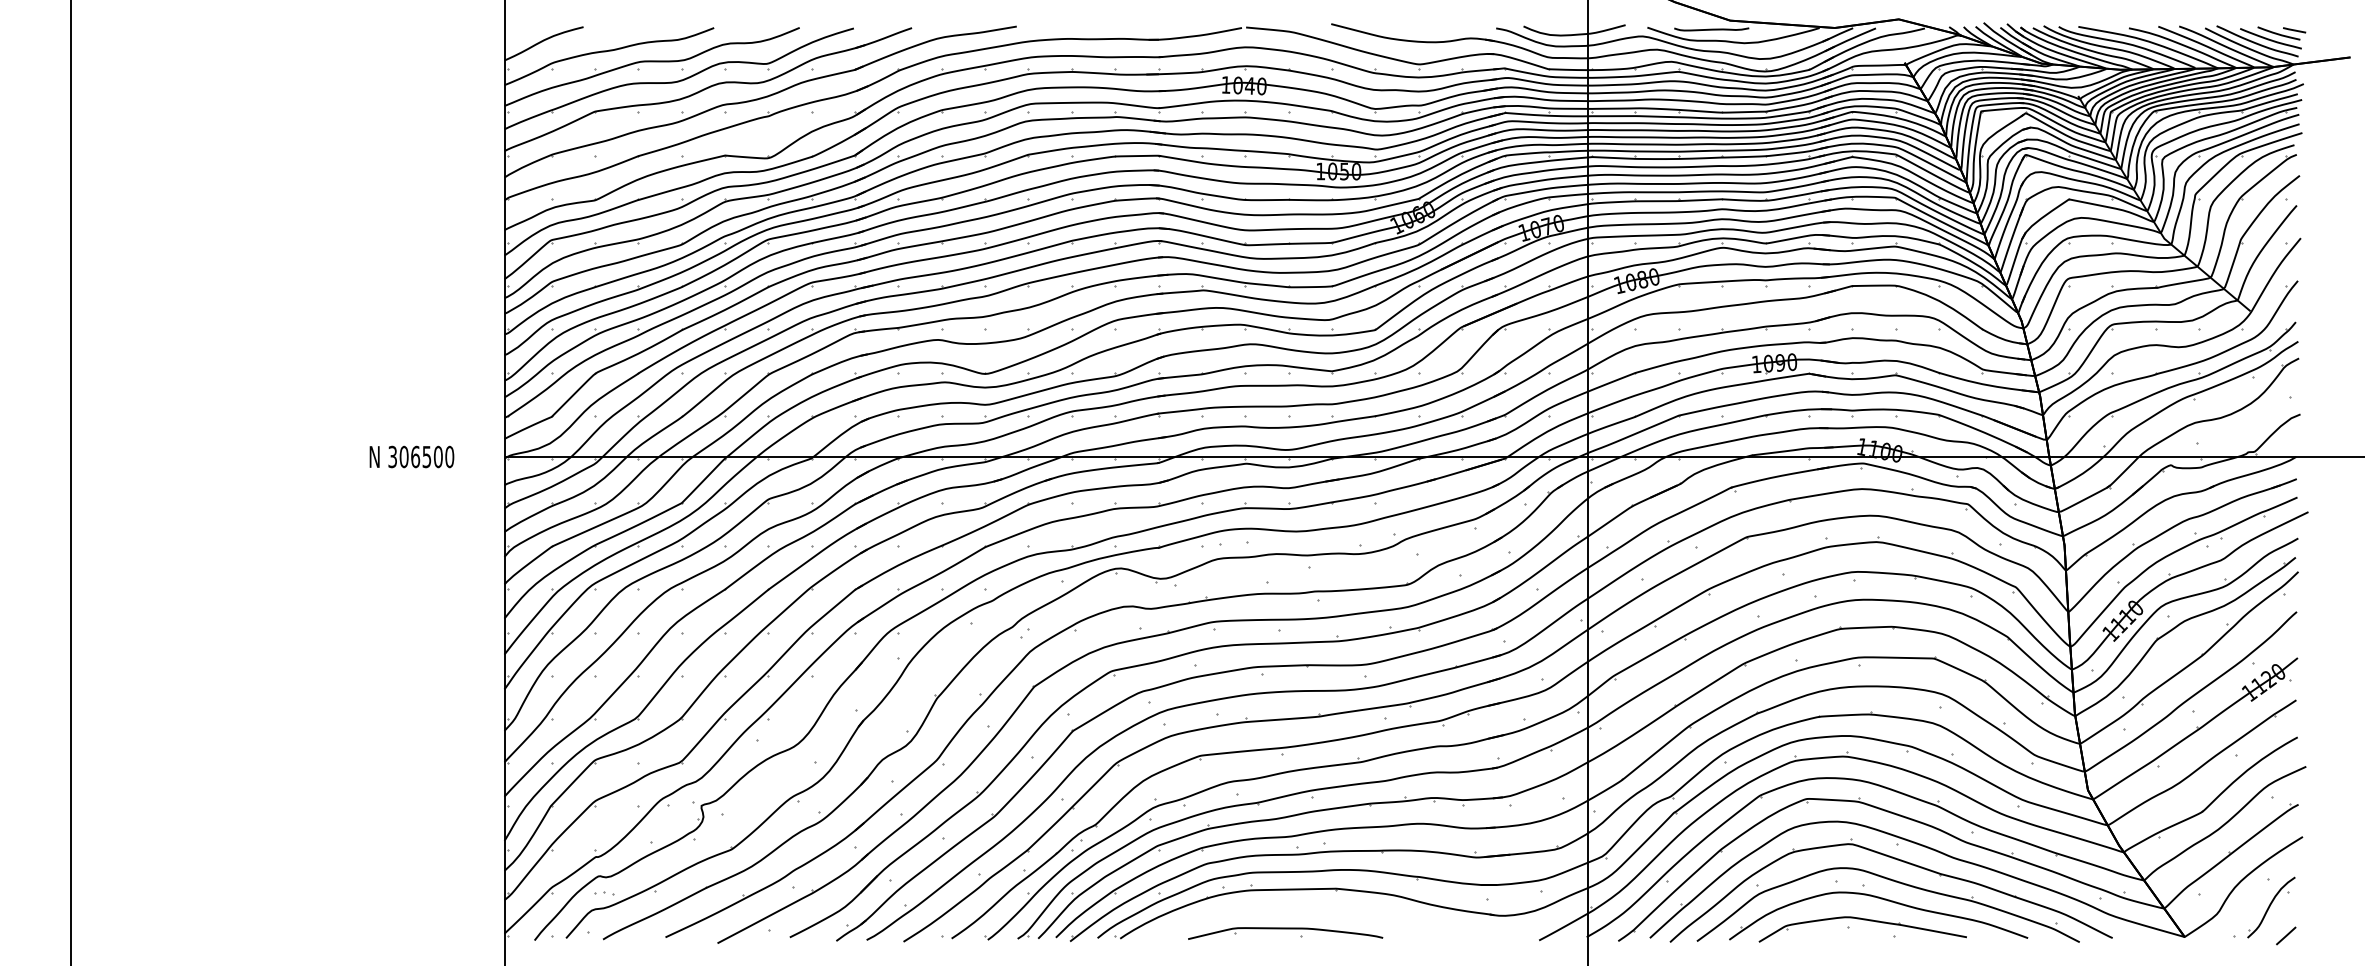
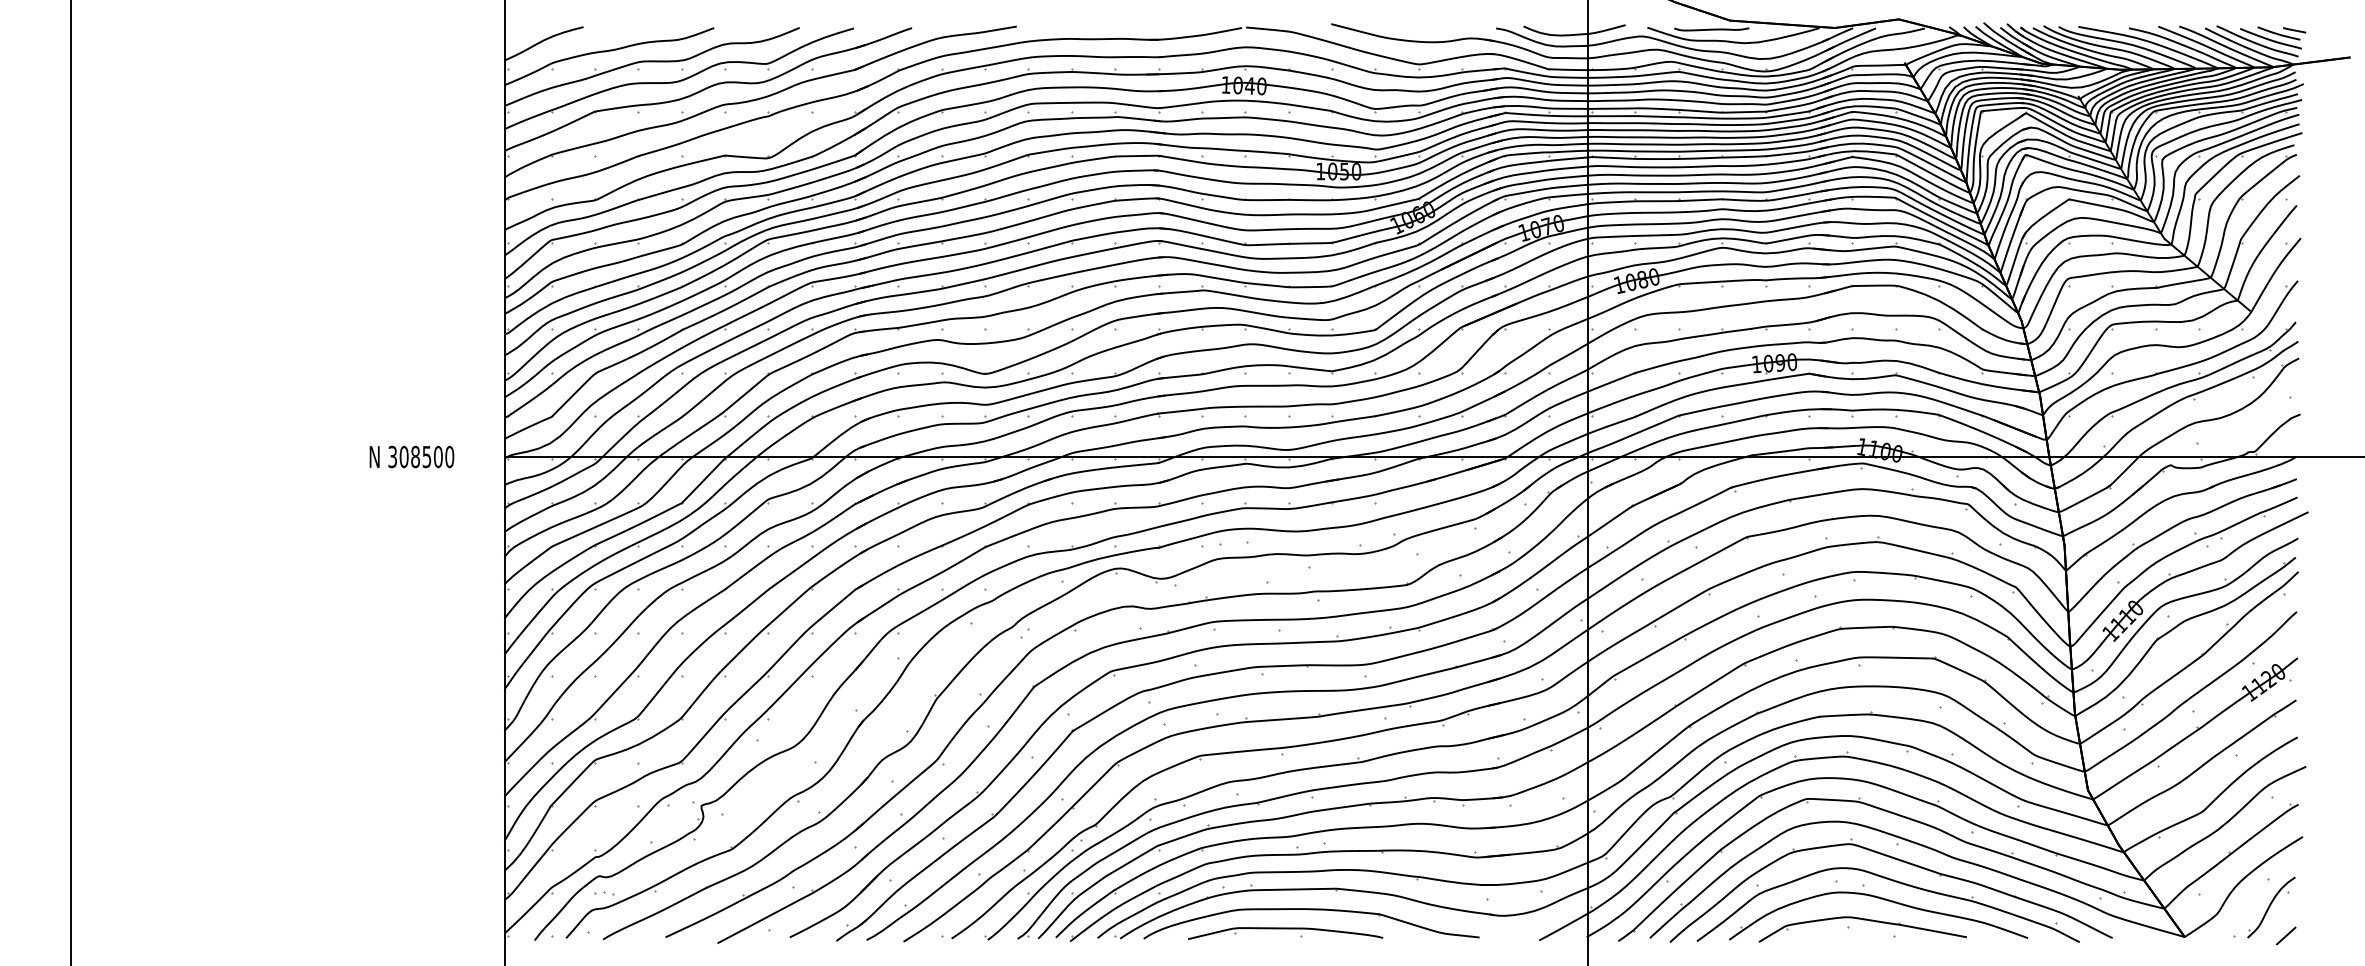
text at (415, 456): 306500 -> 308500
part at (1311, 910): none -> present
